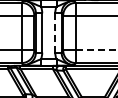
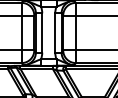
line at (55, 32): dashed -> solid
line at (96, 50): dashed -> solid
